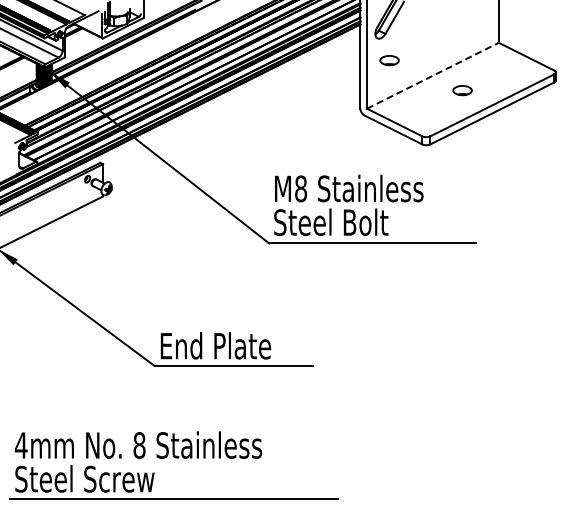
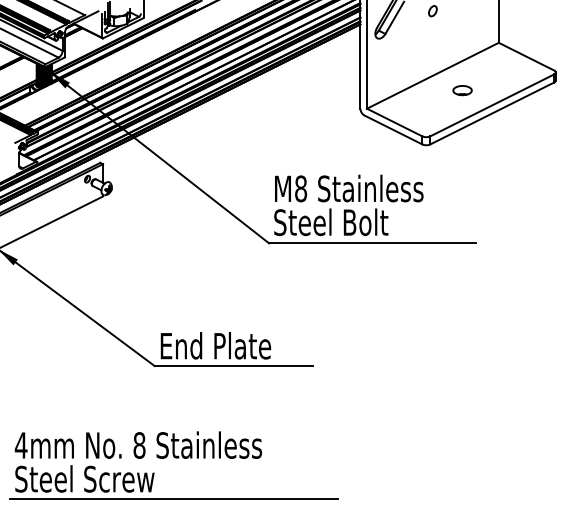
part at (432, 11): none -> present
part at (389, 60): present -> none
line at (432, 75): dashed -> solid
